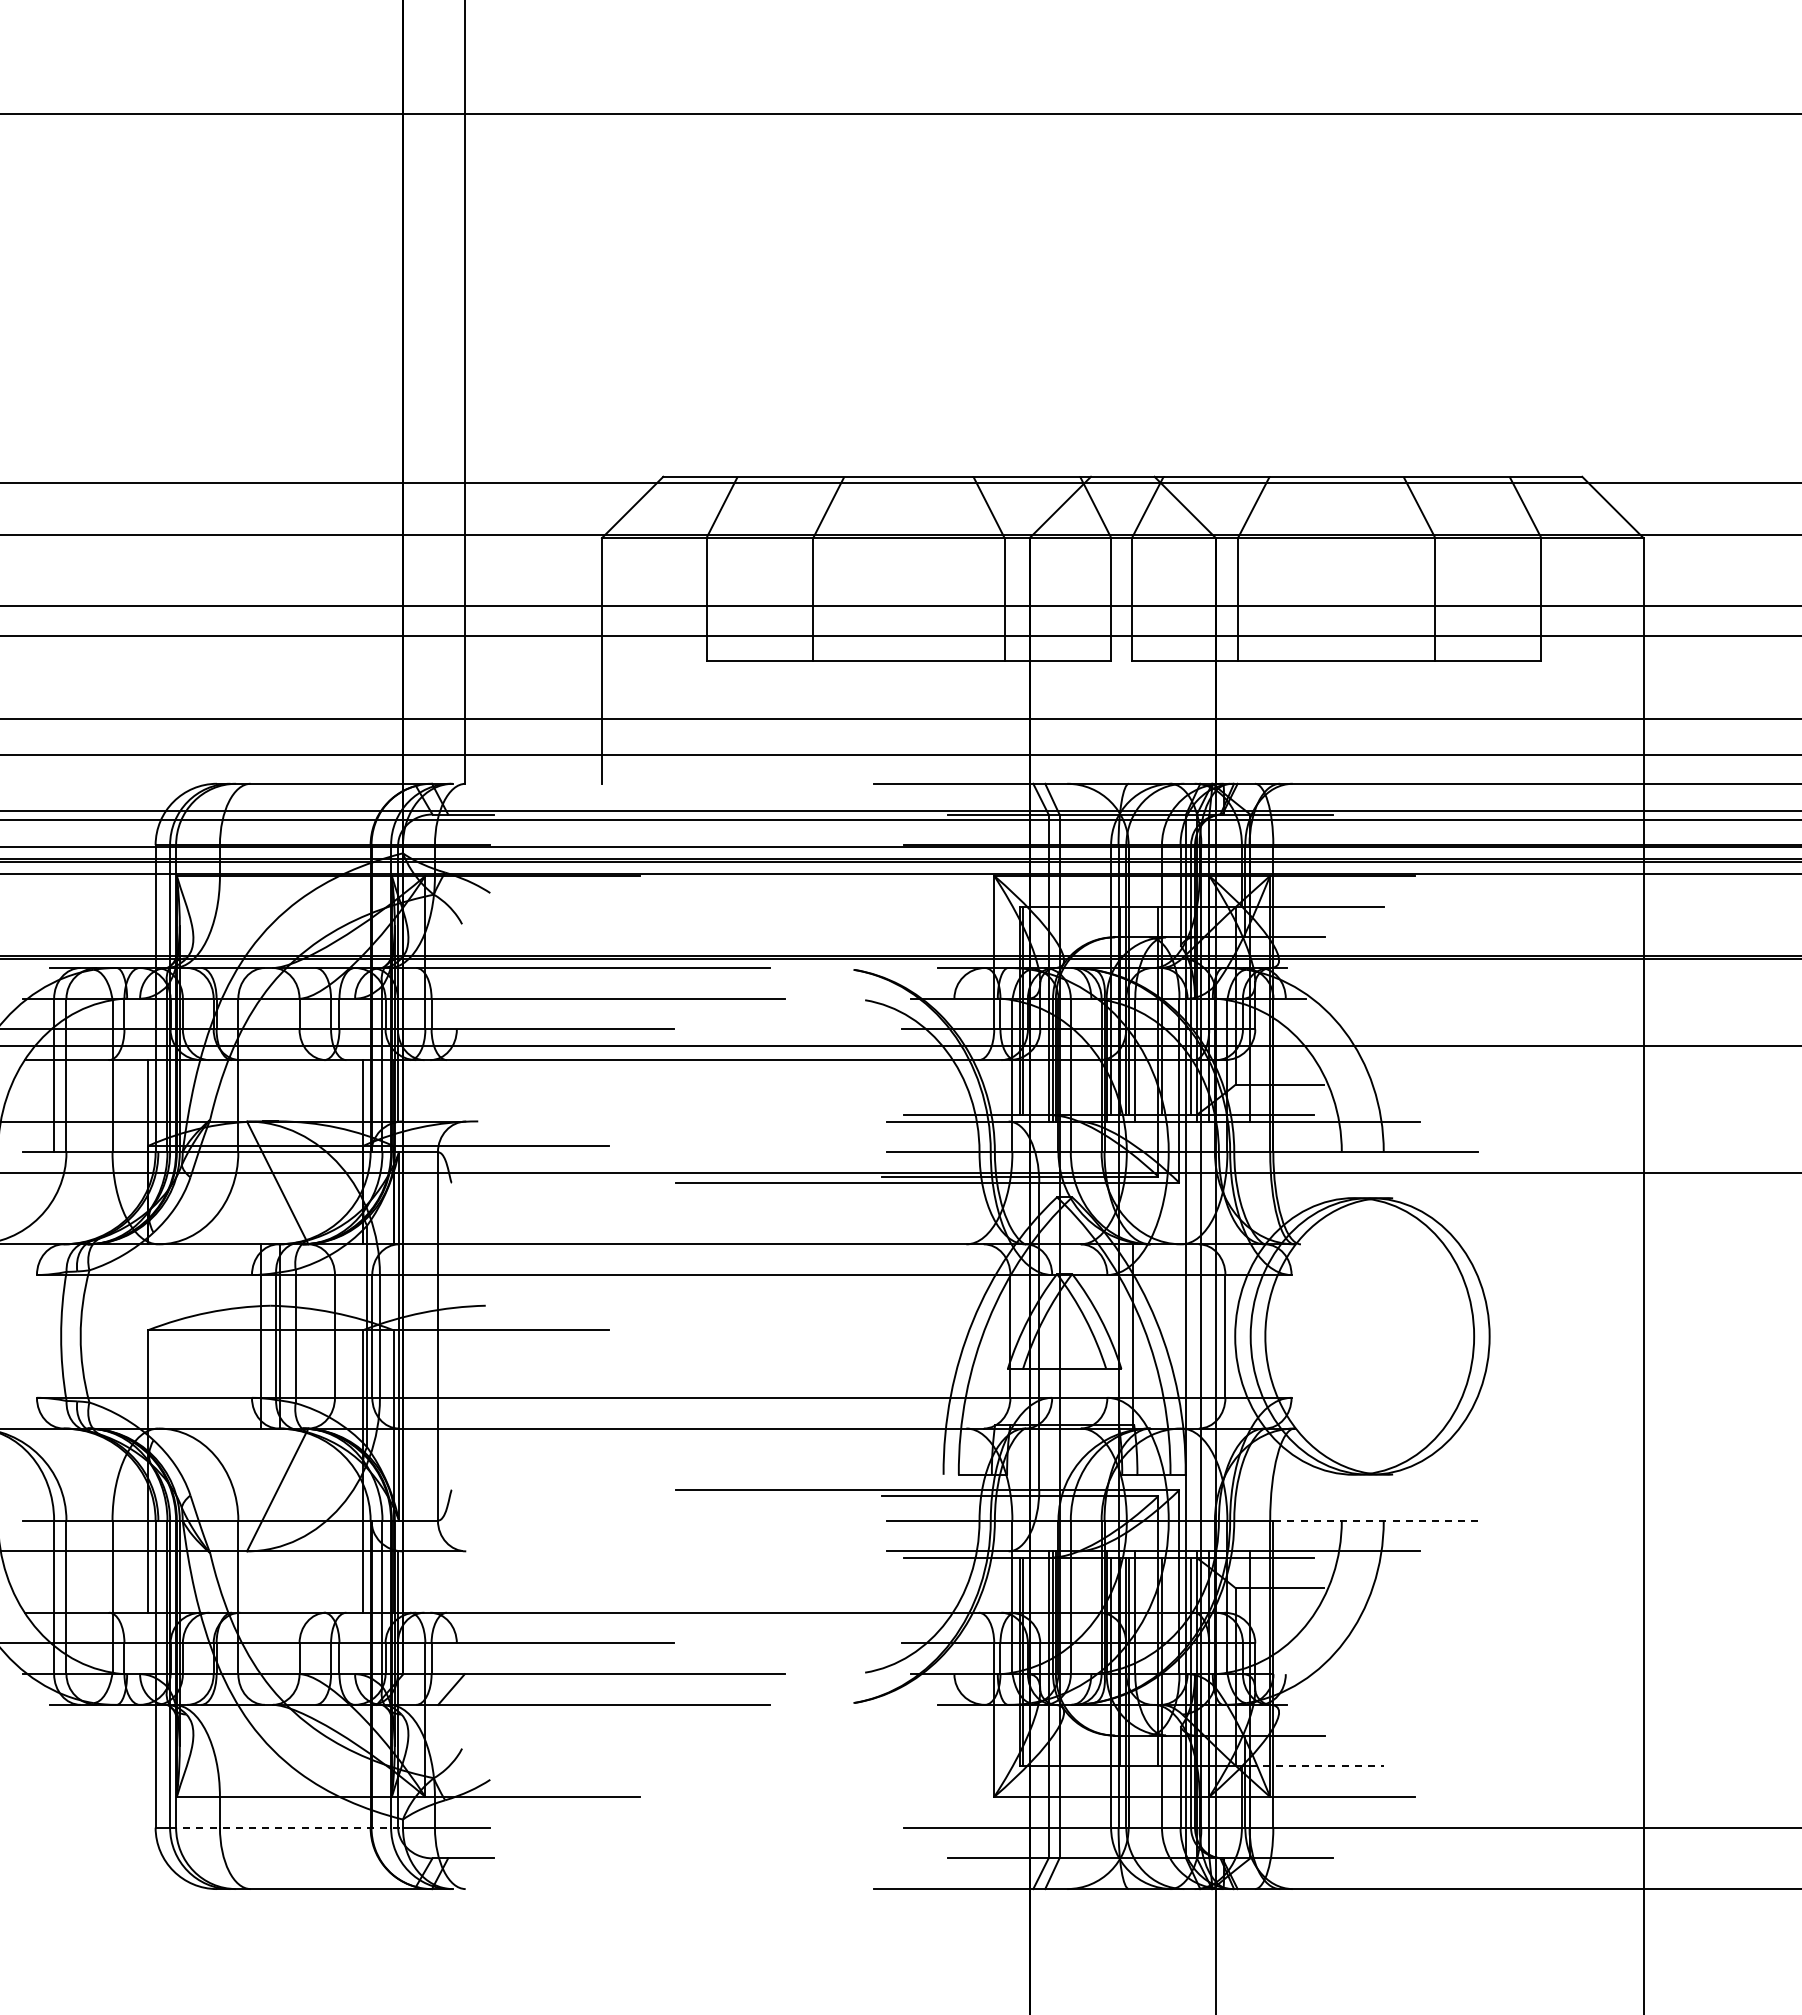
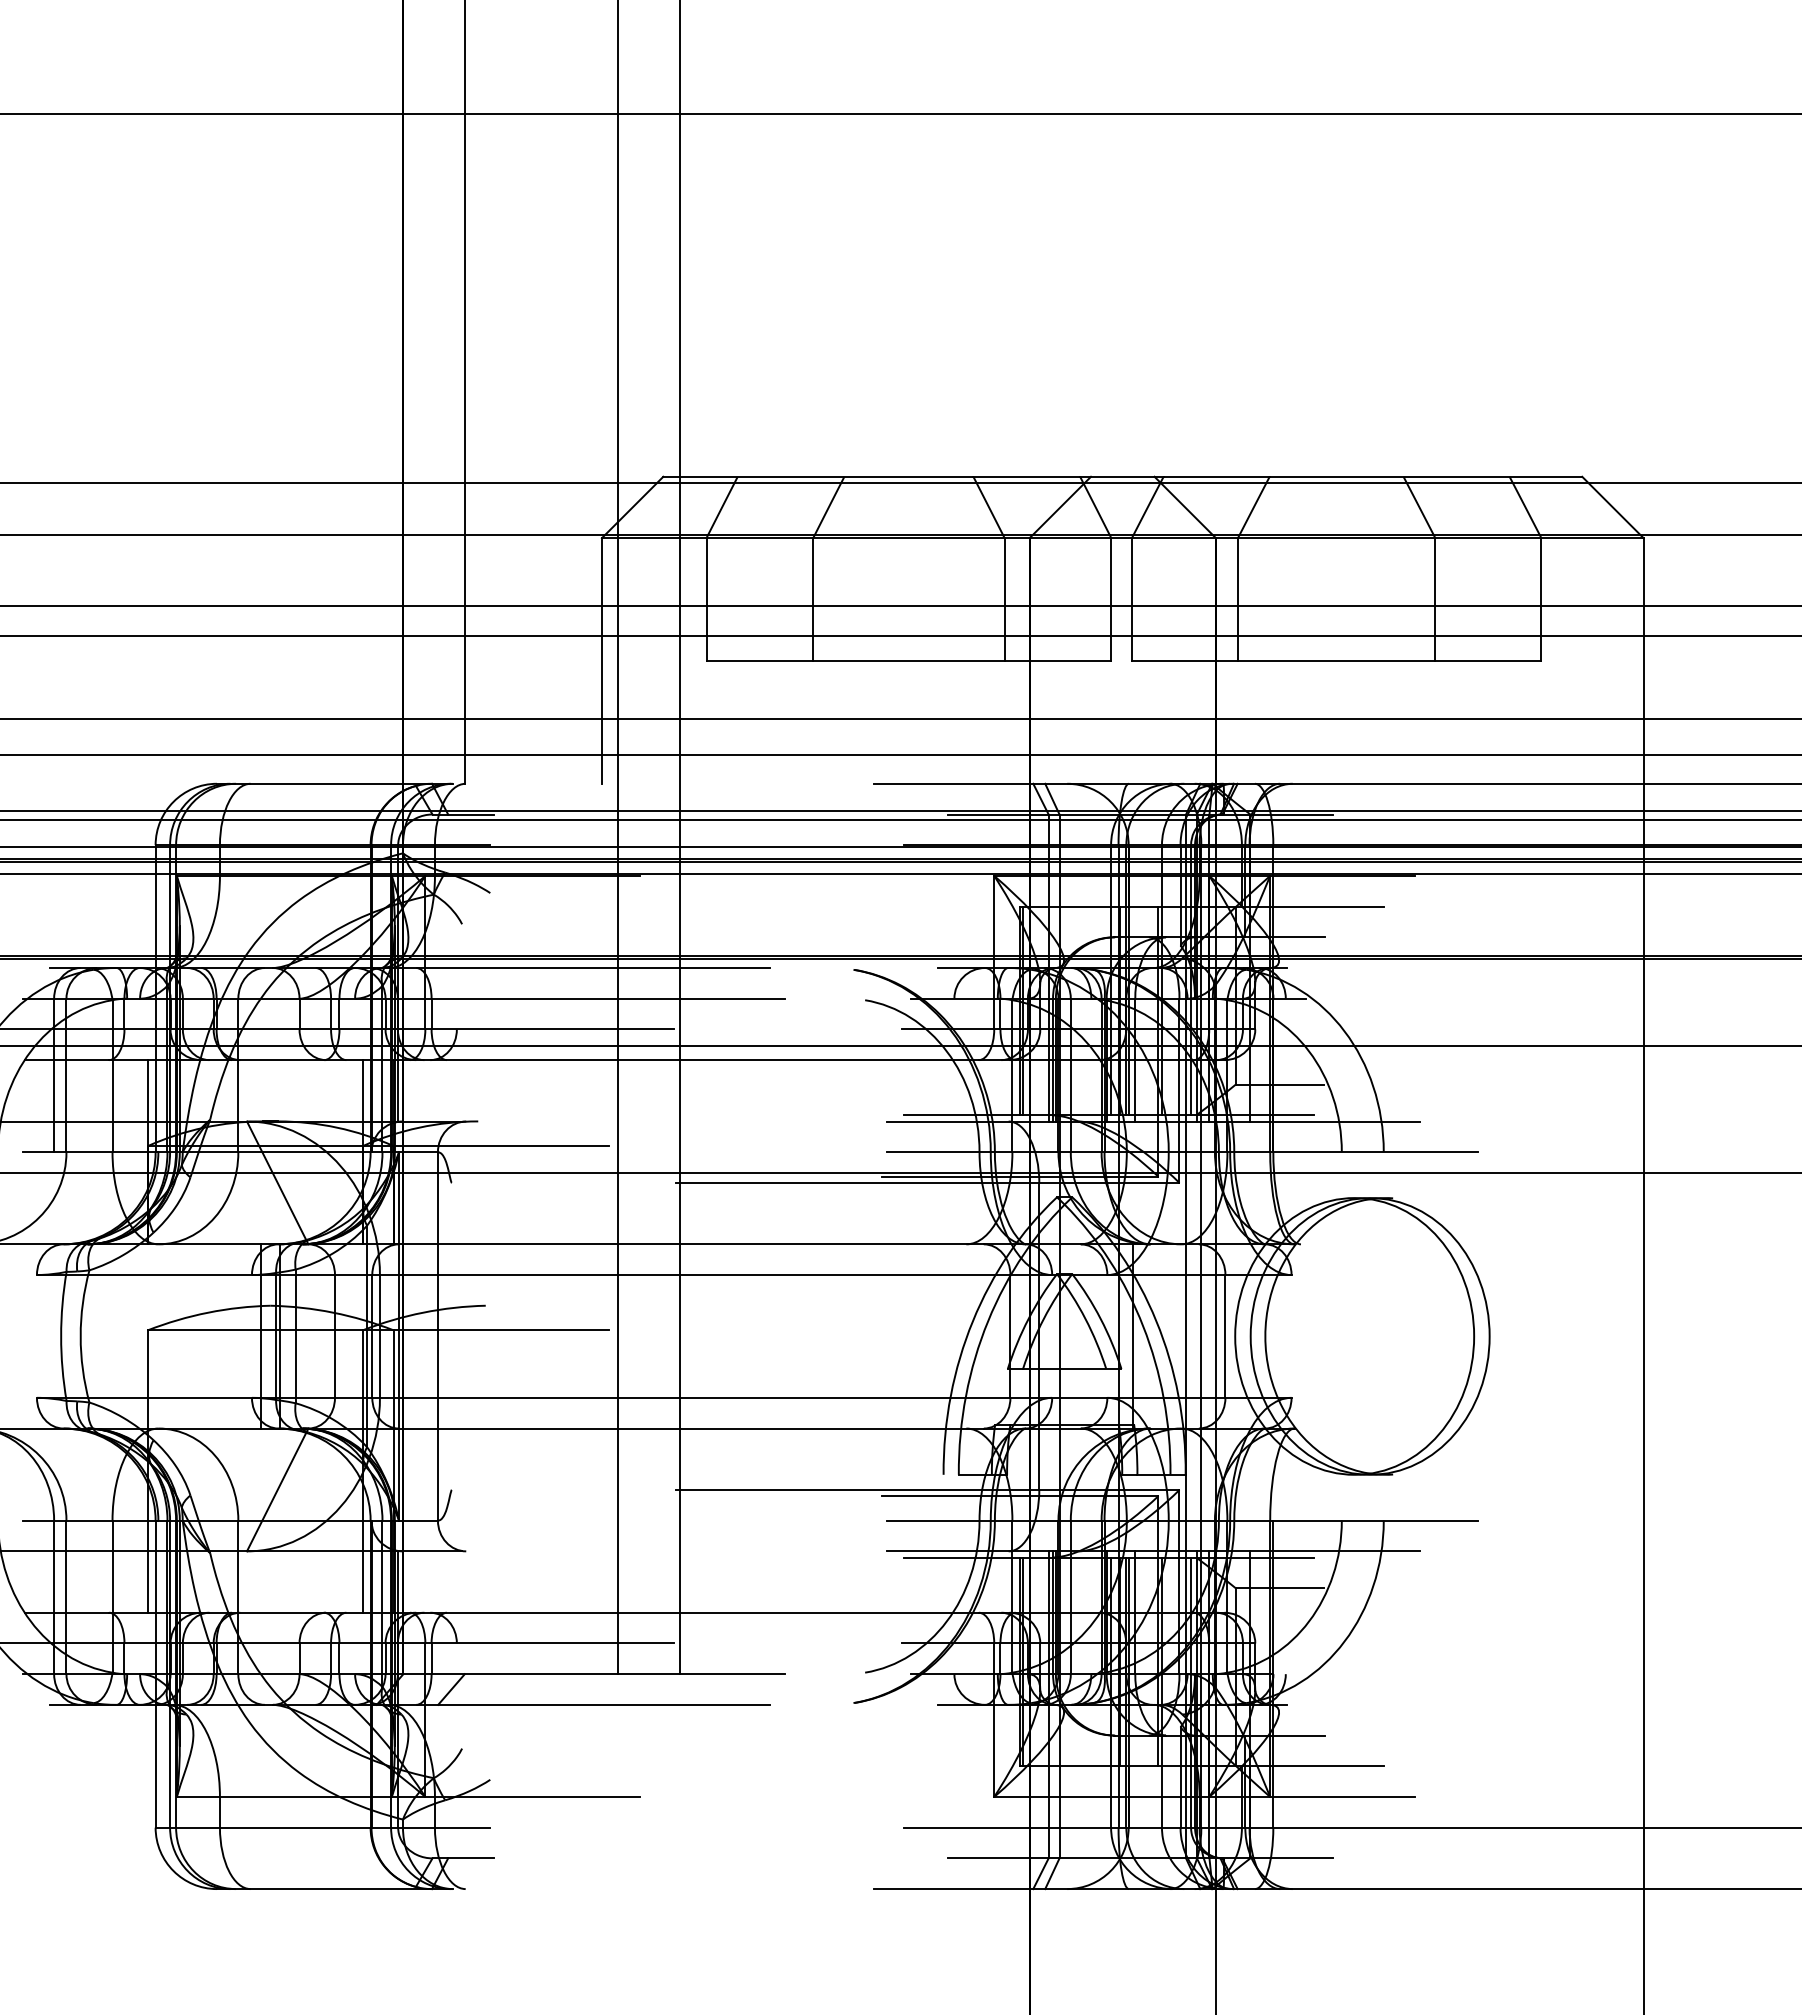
line at (618, 838): none -> present
line at (679, 838): none -> present
line at (1375, 1520): dashed -> solid
line at (1317, 1766): dashed -> solid
line at (287, 1827): dashed -> solid
